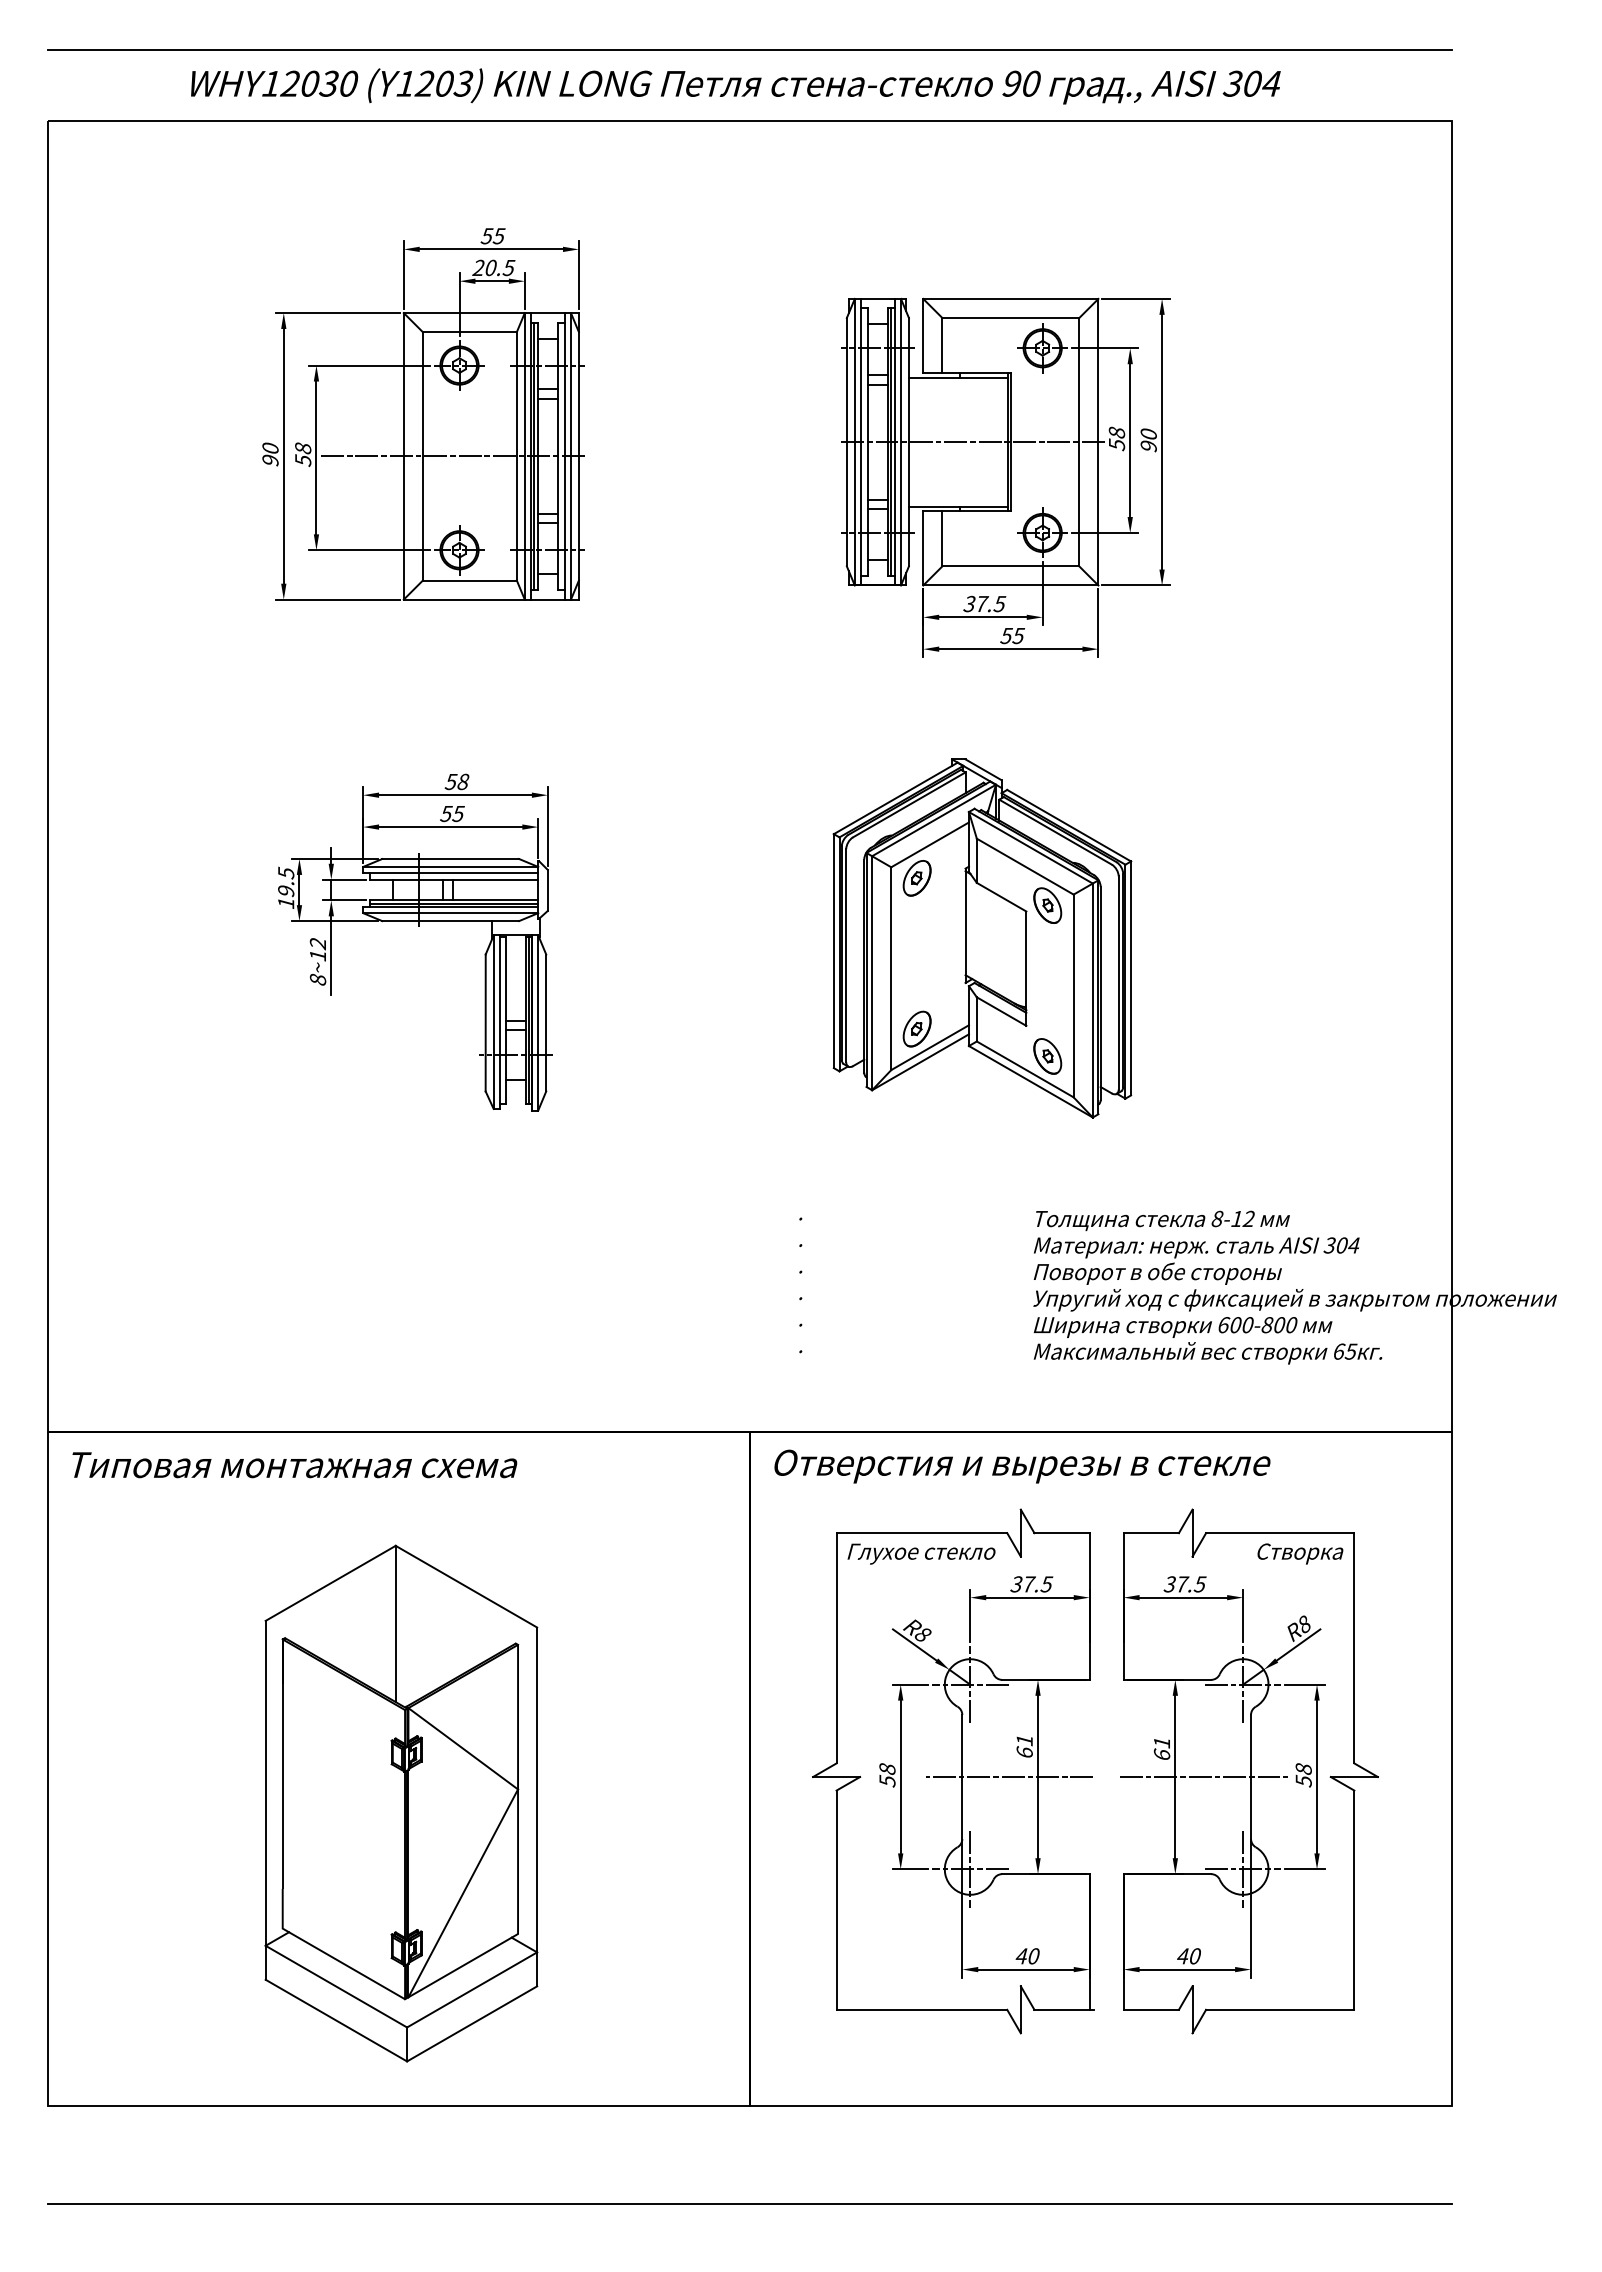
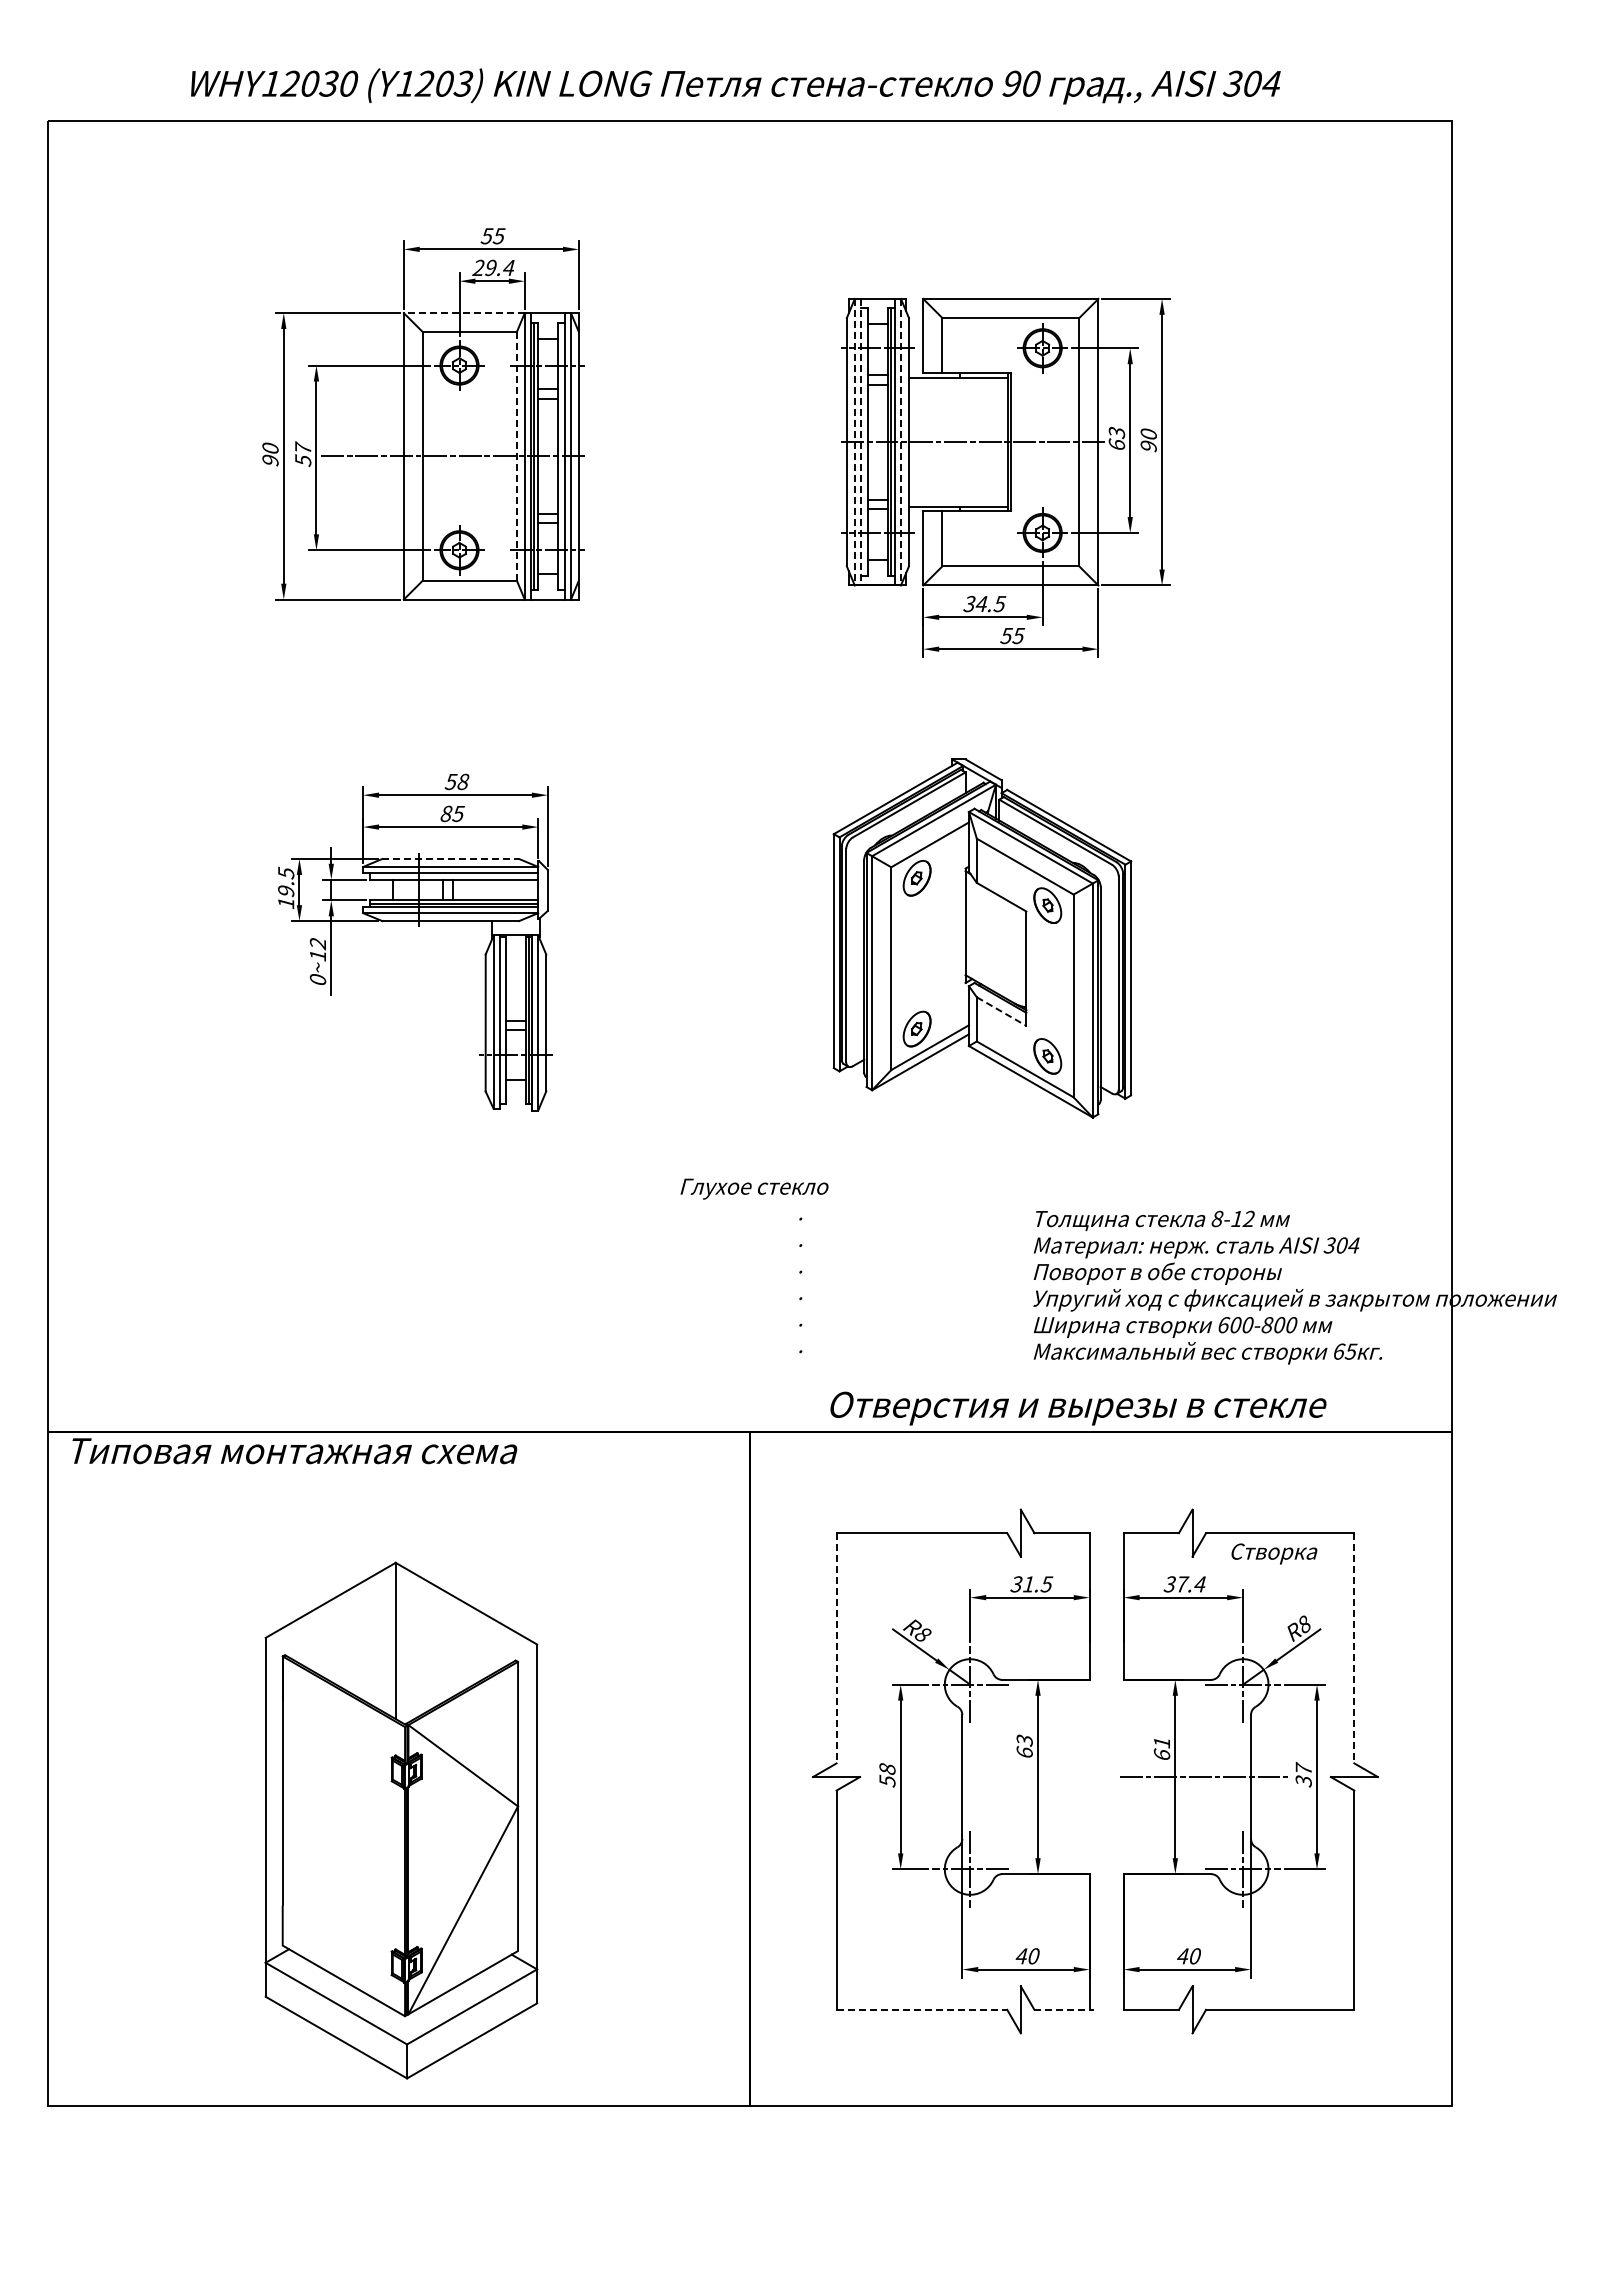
line at (749, 50): present -> none
text at (500, 267): 20.5 -> 29.4
line at (463, 313): solid -> dashed
text at (1116, 438): 58 -> 63
line at (854, 442): solid -> dashed
line at (861, 442): solid -> dashed
line at (901, 442): solid -> dashed
text at (303, 447): 58 -> 57
line at (516, 455): solid -> dashed
text at (982, 603): 37.5 -> 34.5
text at (446, 813): 55 -> 85
line at (451, 859): solid -> dashed
text at (317, 979): 8~12 -> 0~12
line at (1001, 1011): solid -> dashed
text at (294, 1465) position: (294, 1465) -> (294, 1451)
text at (1022, 1466) position: (1022, 1466) -> (1078, 1408)
text at (921, 1553) position: (921, 1553) -> (754, 1188)
text at (1300, 1553) position: (1300, 1553) -> (1274, 1553)
text at (1029, 1584): 37.5 -> 31.5
text at (1199, 1584): 37.5 -> 37.4
line at (836, 1648): solid -> dashed
line at (1354, 1648): solid -> dashed
text at (1024, 1740): 61 -> 63
text at (1303, 1772): 58 -> 37
line at (1009, 1777): present -> none
part at (401, 1803) position: (401, 1803) -> (401, 1820)
line at (922, 2009): solid -> dashed
line at (1064, 2009): solid -> dashed
line at (749, 2203): present -> none
